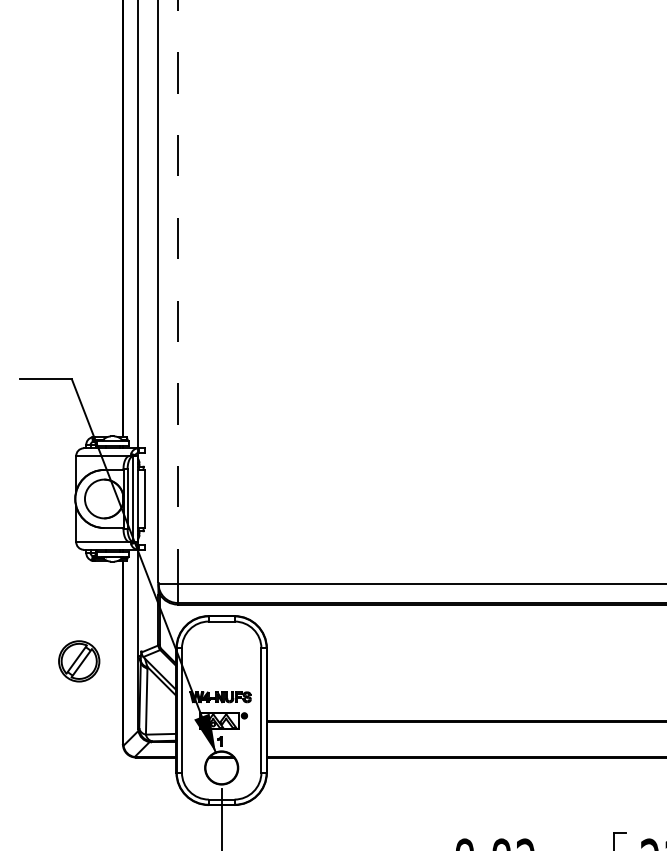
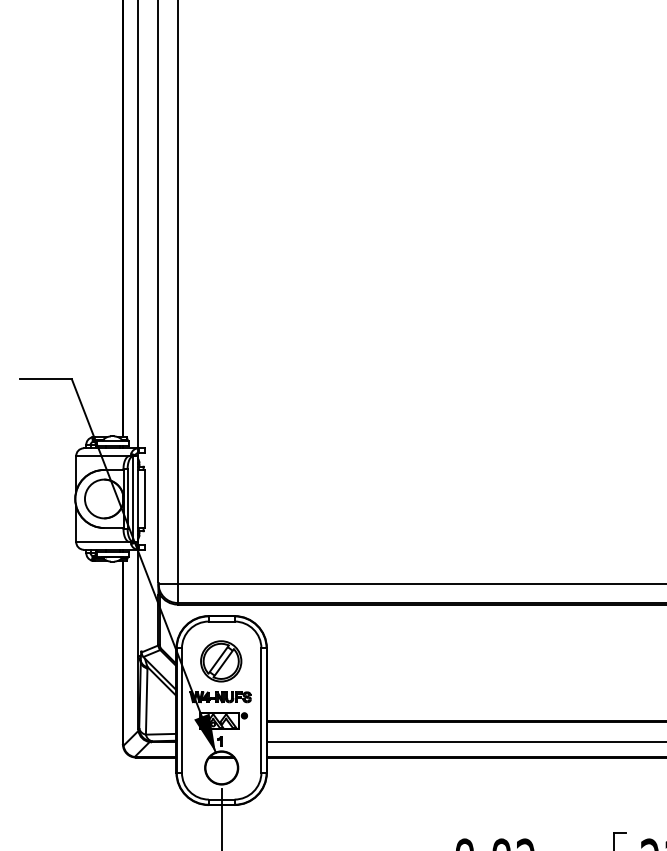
line at (177, 292): dashed -> solid
part at (79, 661) position: (79, 661) -> (221, 661)
line at (464, 742): none -> present
